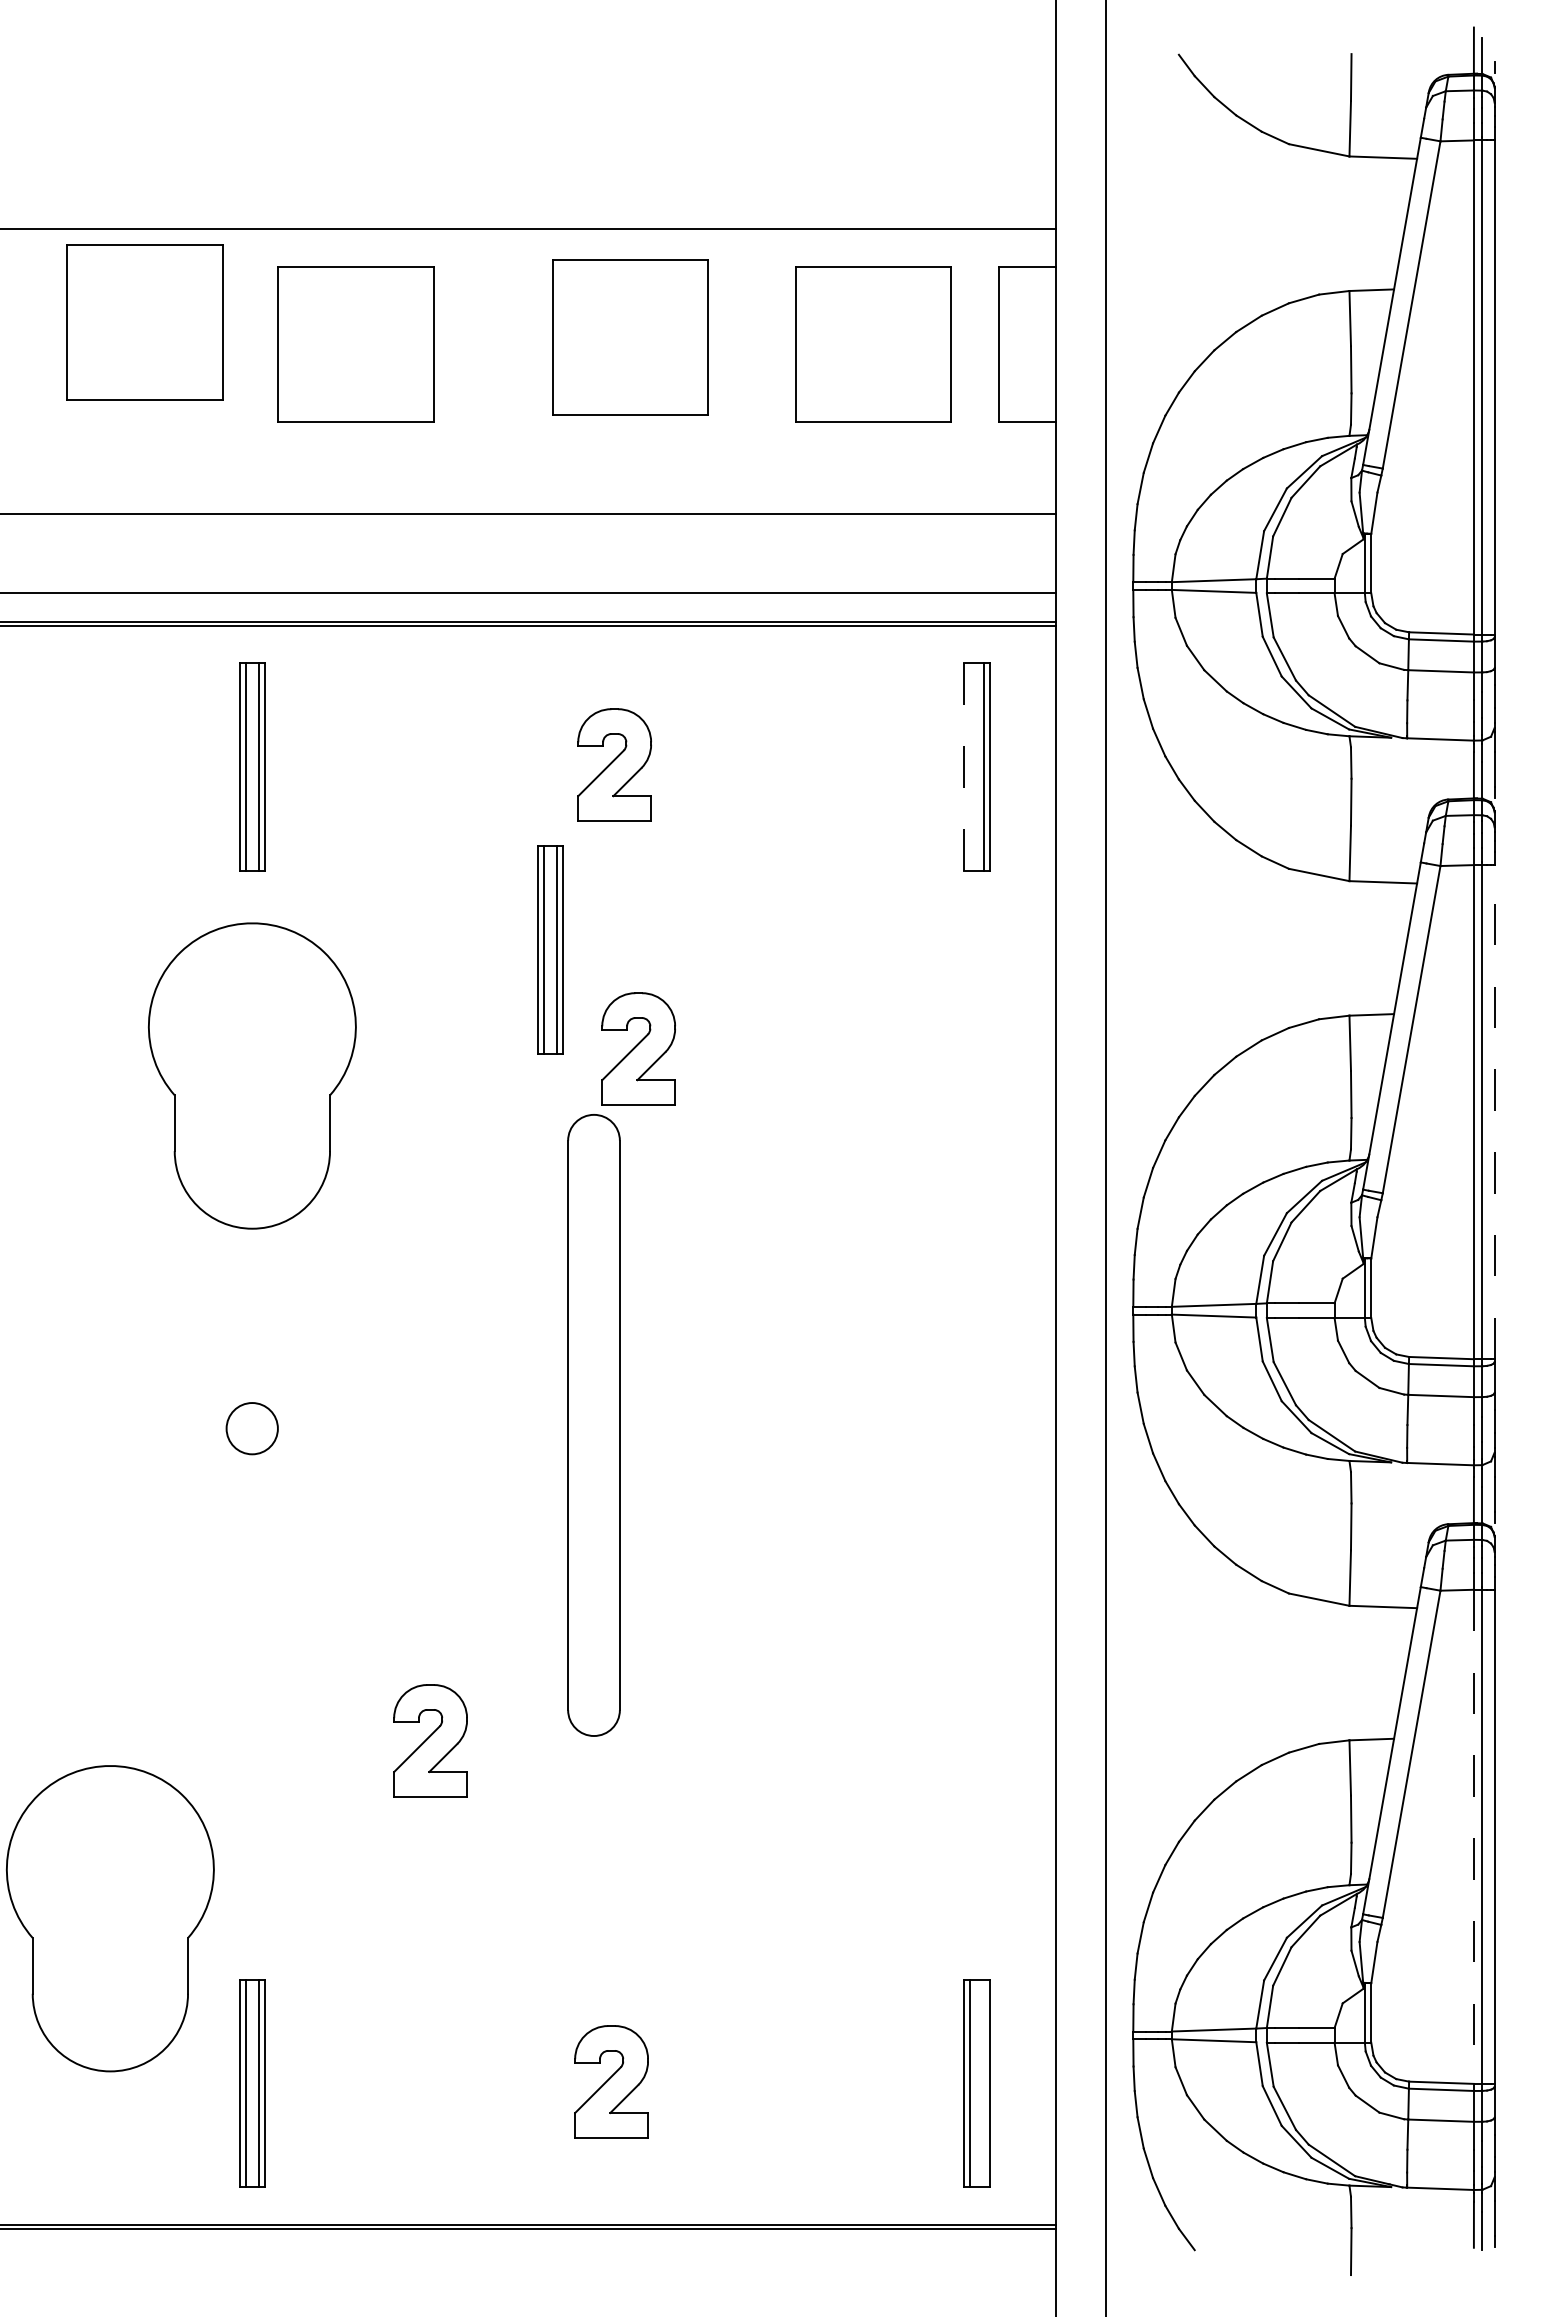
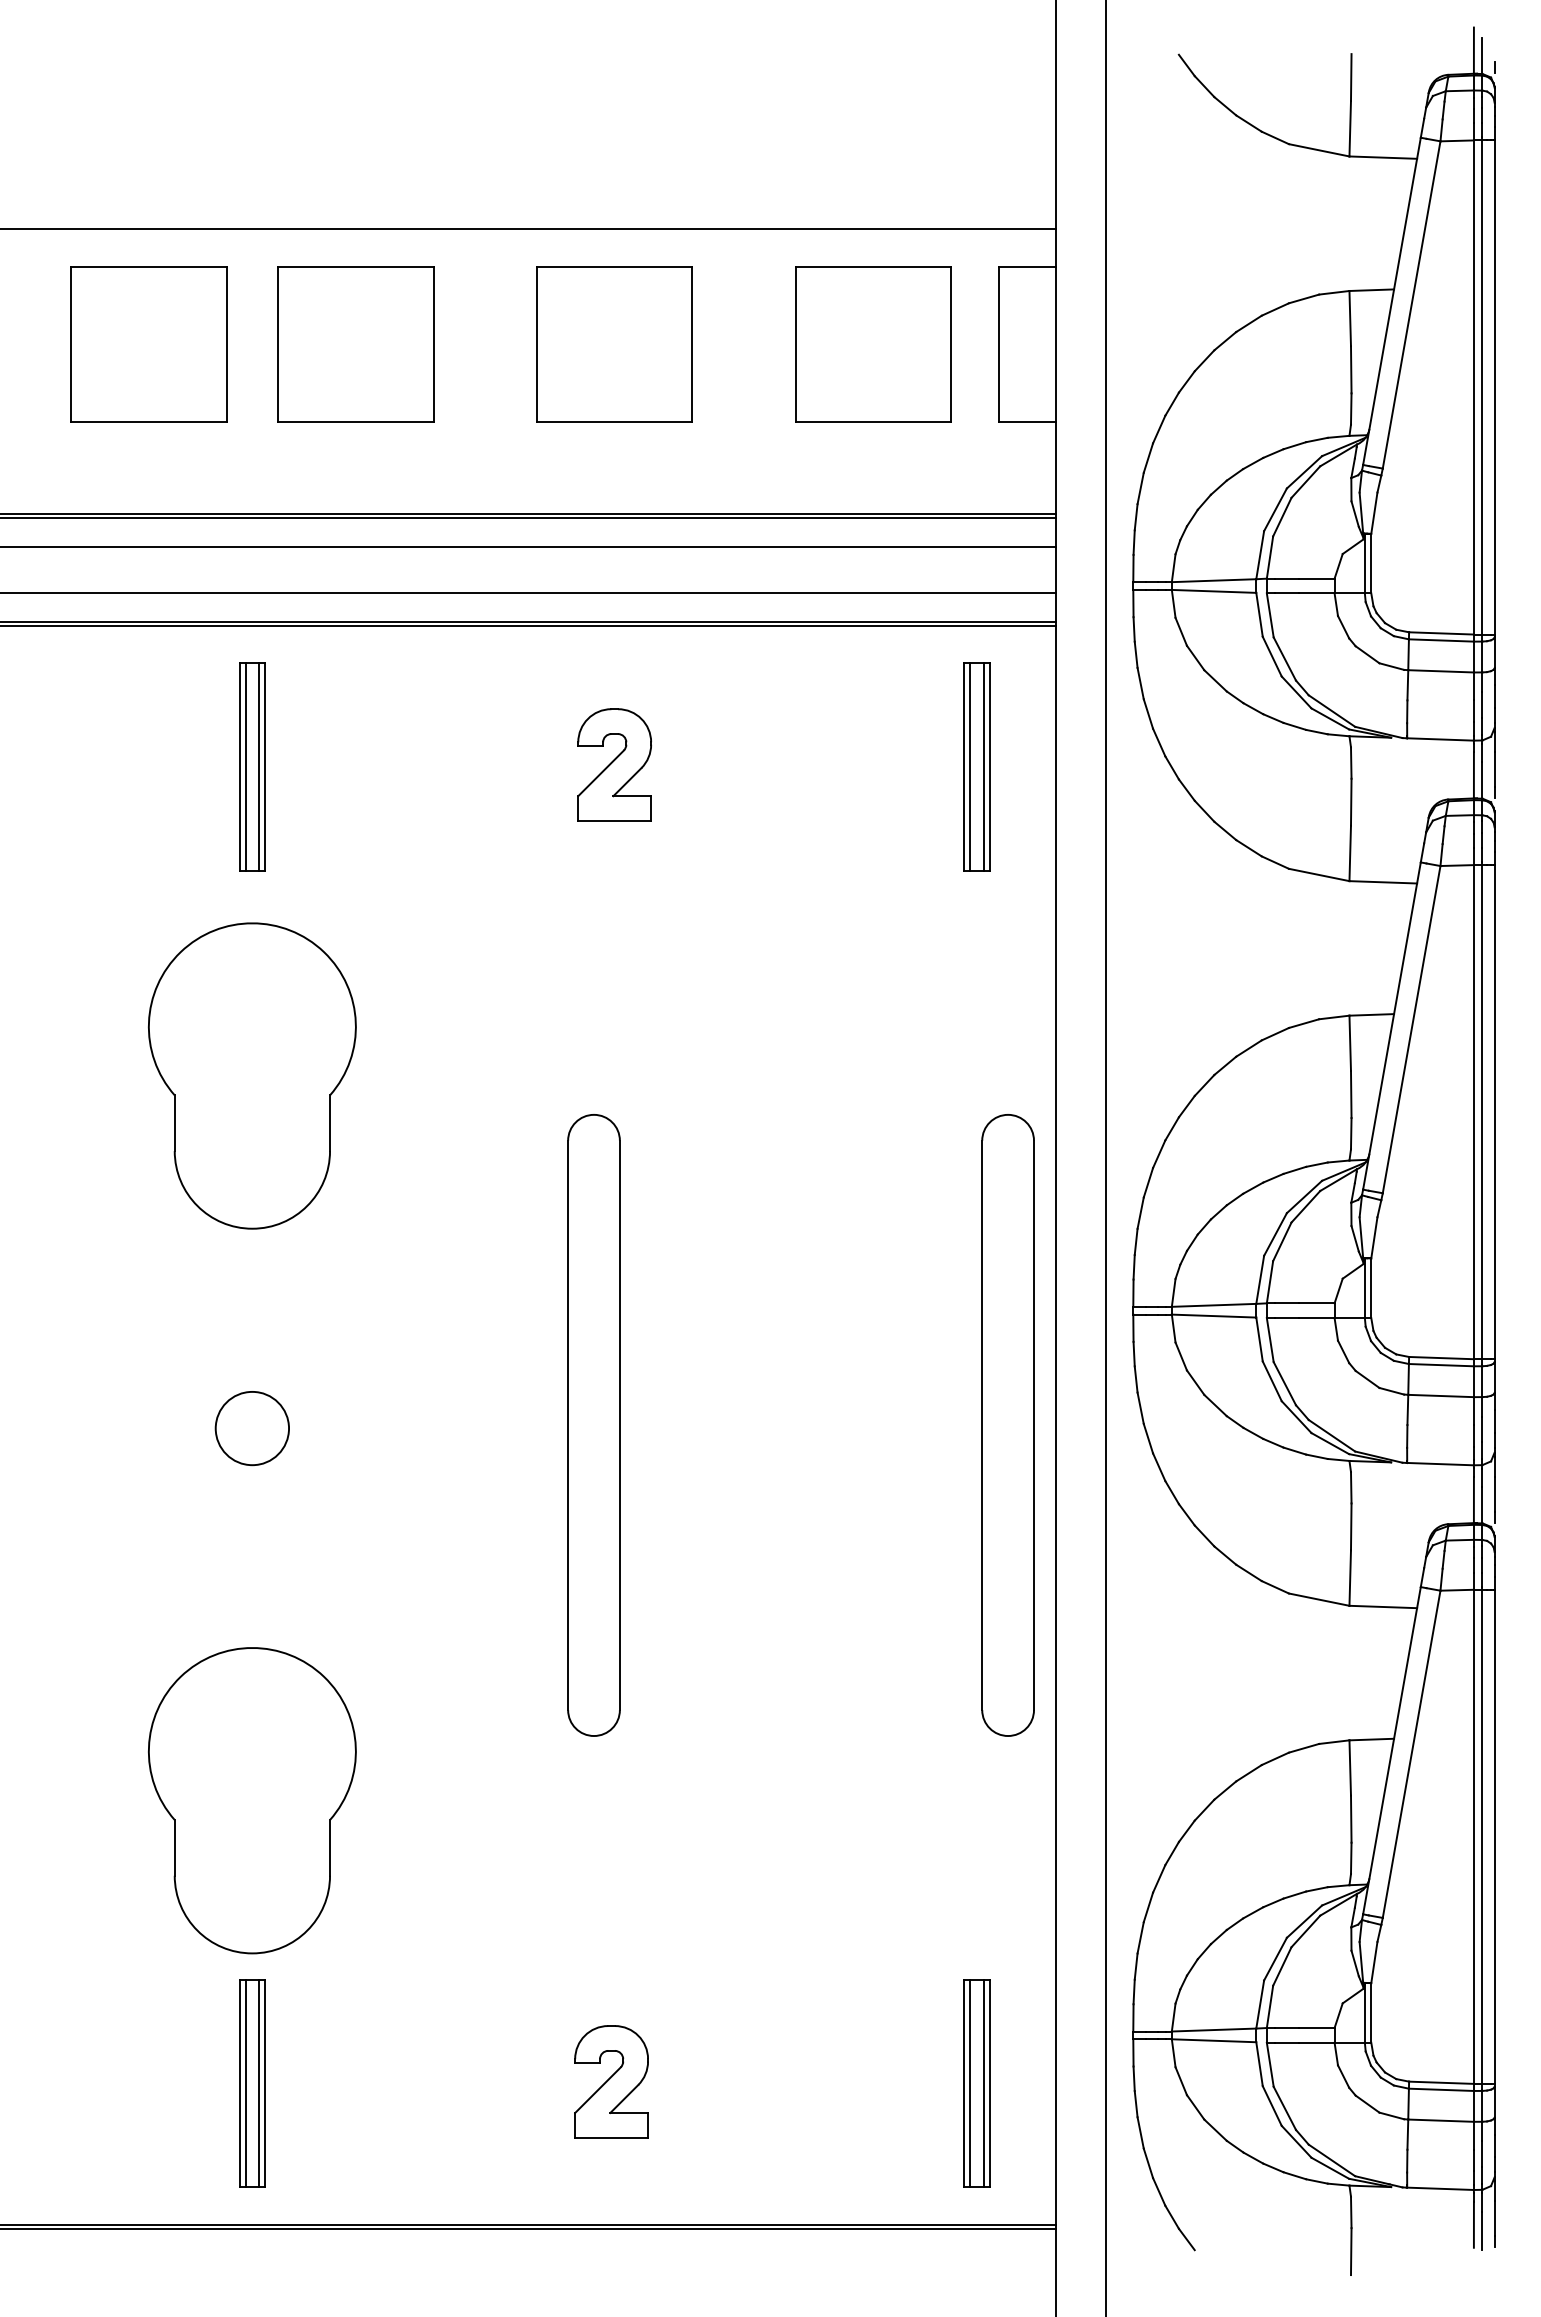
part at (144, 322) position: (144, 322) -> (148, 344)
part at (630, 337) position: (630, 337) -> (614, 344)
line at (528, 517): none -> present
line at (528, 546): none -> present
line at (970, 766): none -> present
line at (964, 767): dashed -> solid
part at (550, 949): present -> none
part at (638, 1048): present -> none
line at (1494, 1111): dashed -> solid
part at (1007, 1425): none -> present
circle at (251, 1428) size: 54x54 px -> 76x76 px
part at (430, 1740): present -> none
line at (1473, 1837): dashed -> solid
part at (110, 1918) position: (110, 1918) -> (252, 1800)
line at (983, 2083): none -> present
